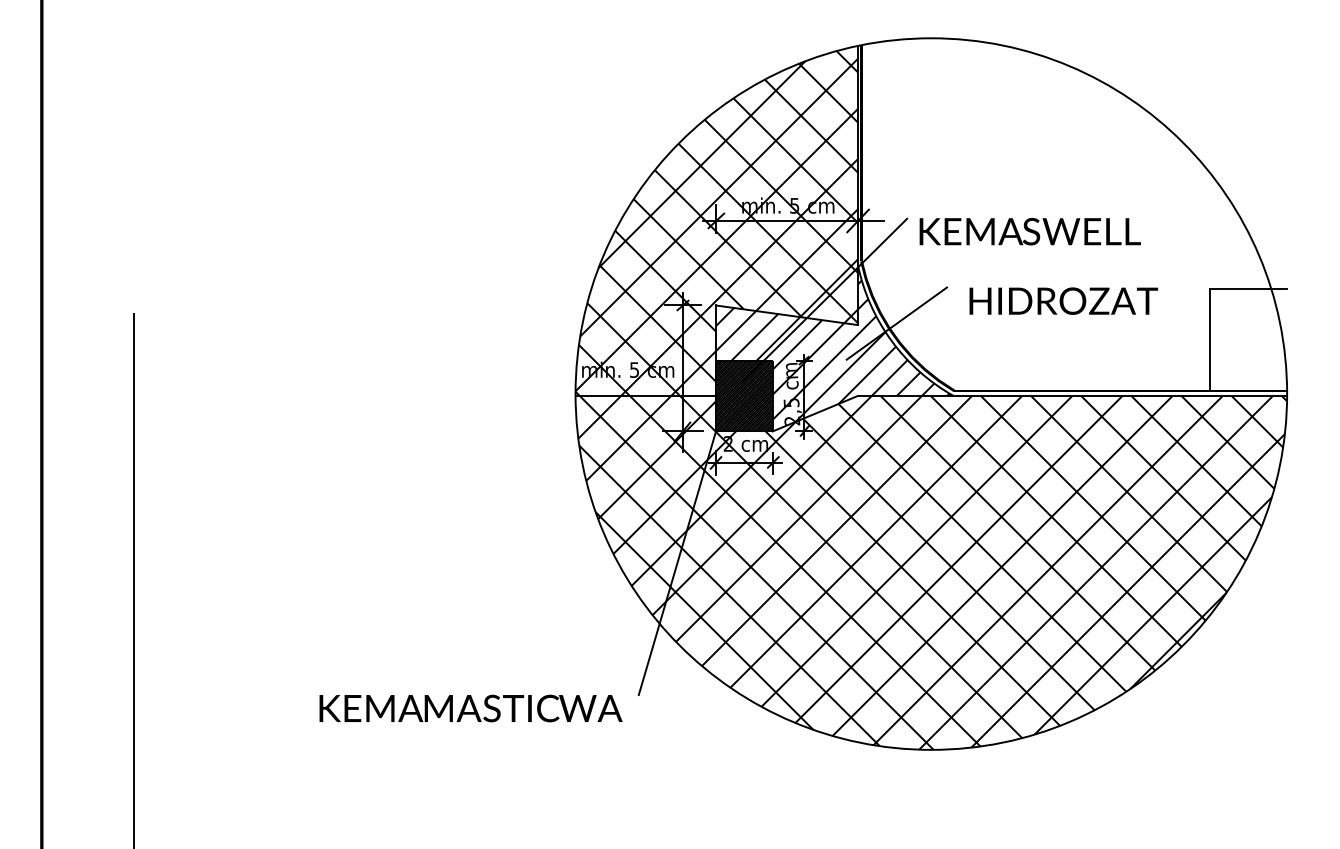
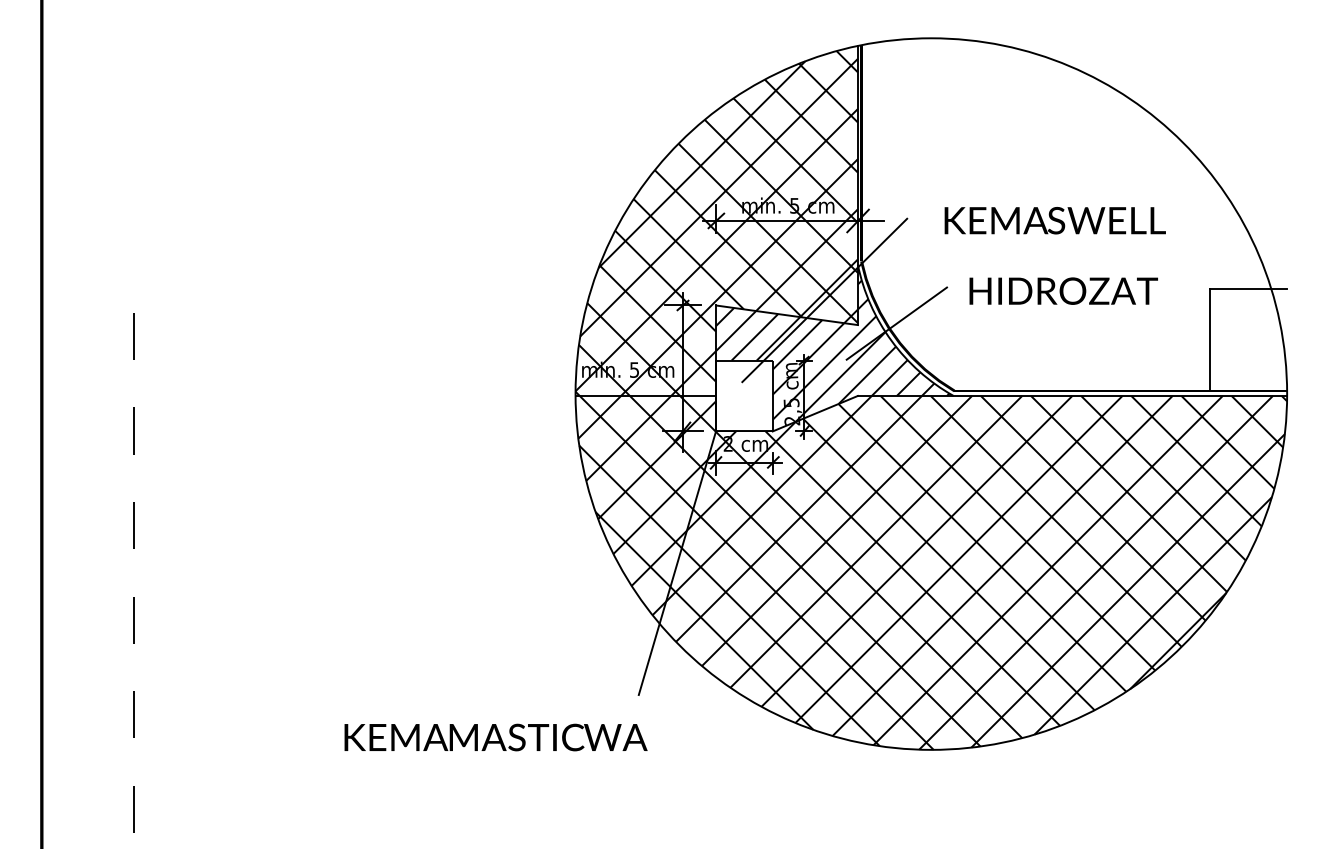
text at (1029, 231) position: (1029, 231) -> (1054, 220)
text at (1063, 300) position: (1063, 300) -> (1063, 290)
hatch at (744, 395): present -> none
line at (134, 580): solid -> dashed
text at (470, 708) position: (470, 708) -> (495, 737)
